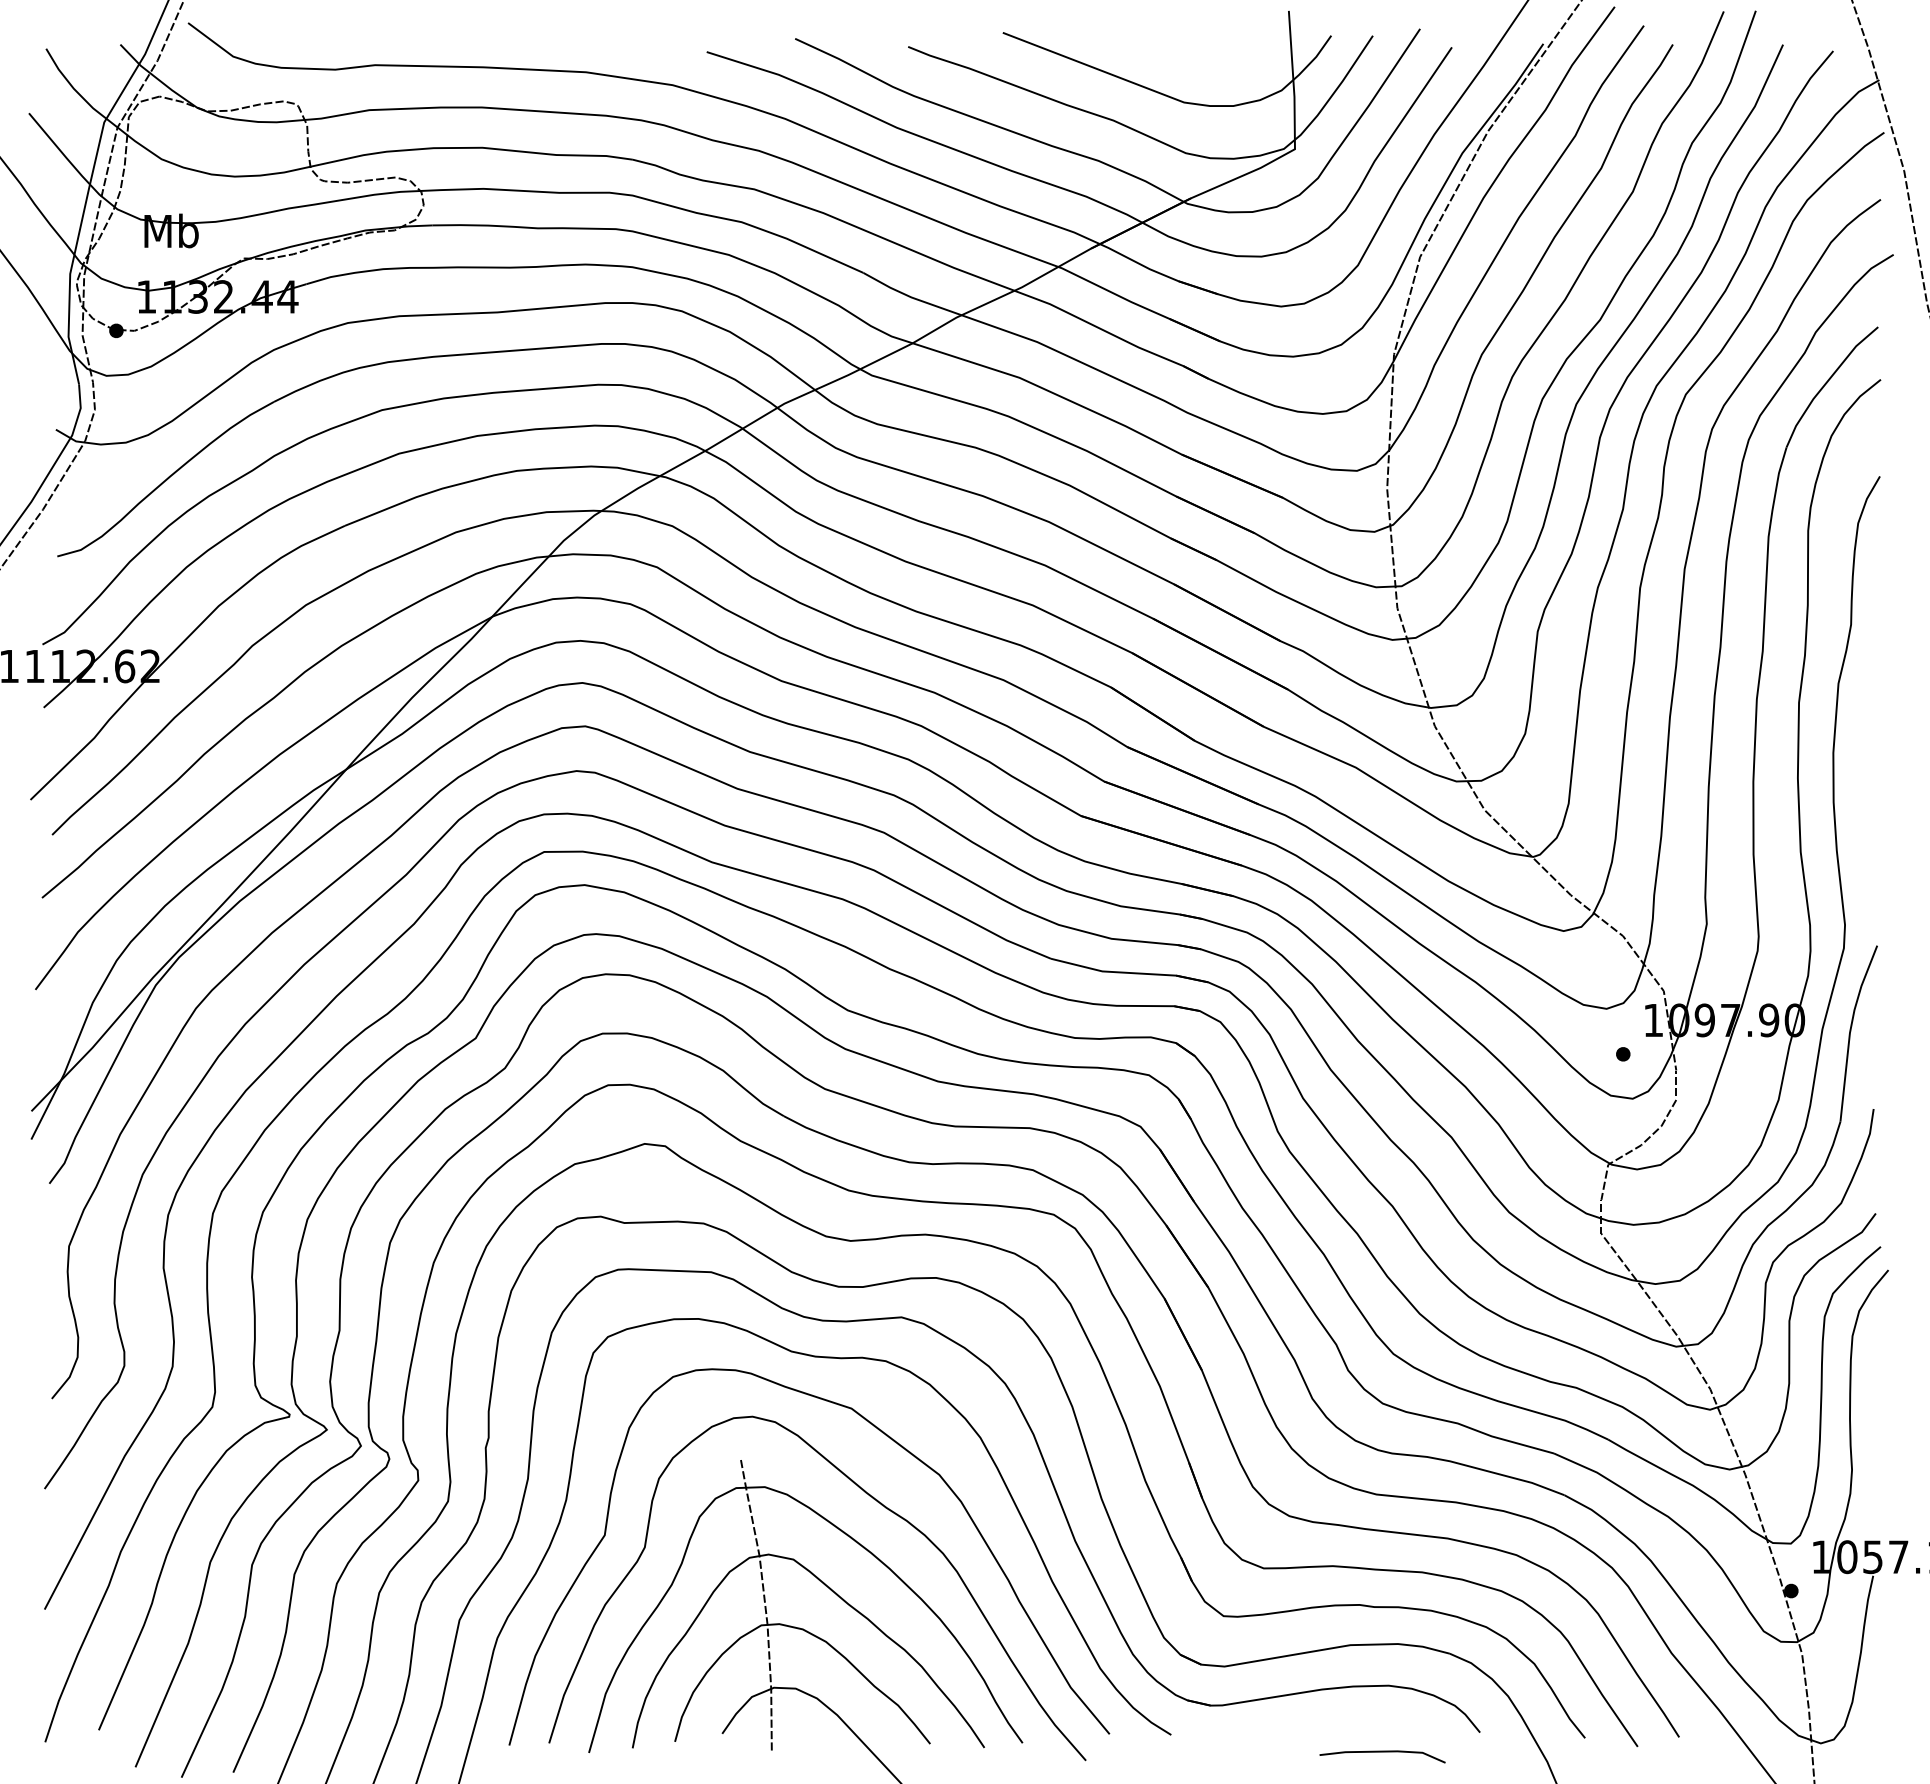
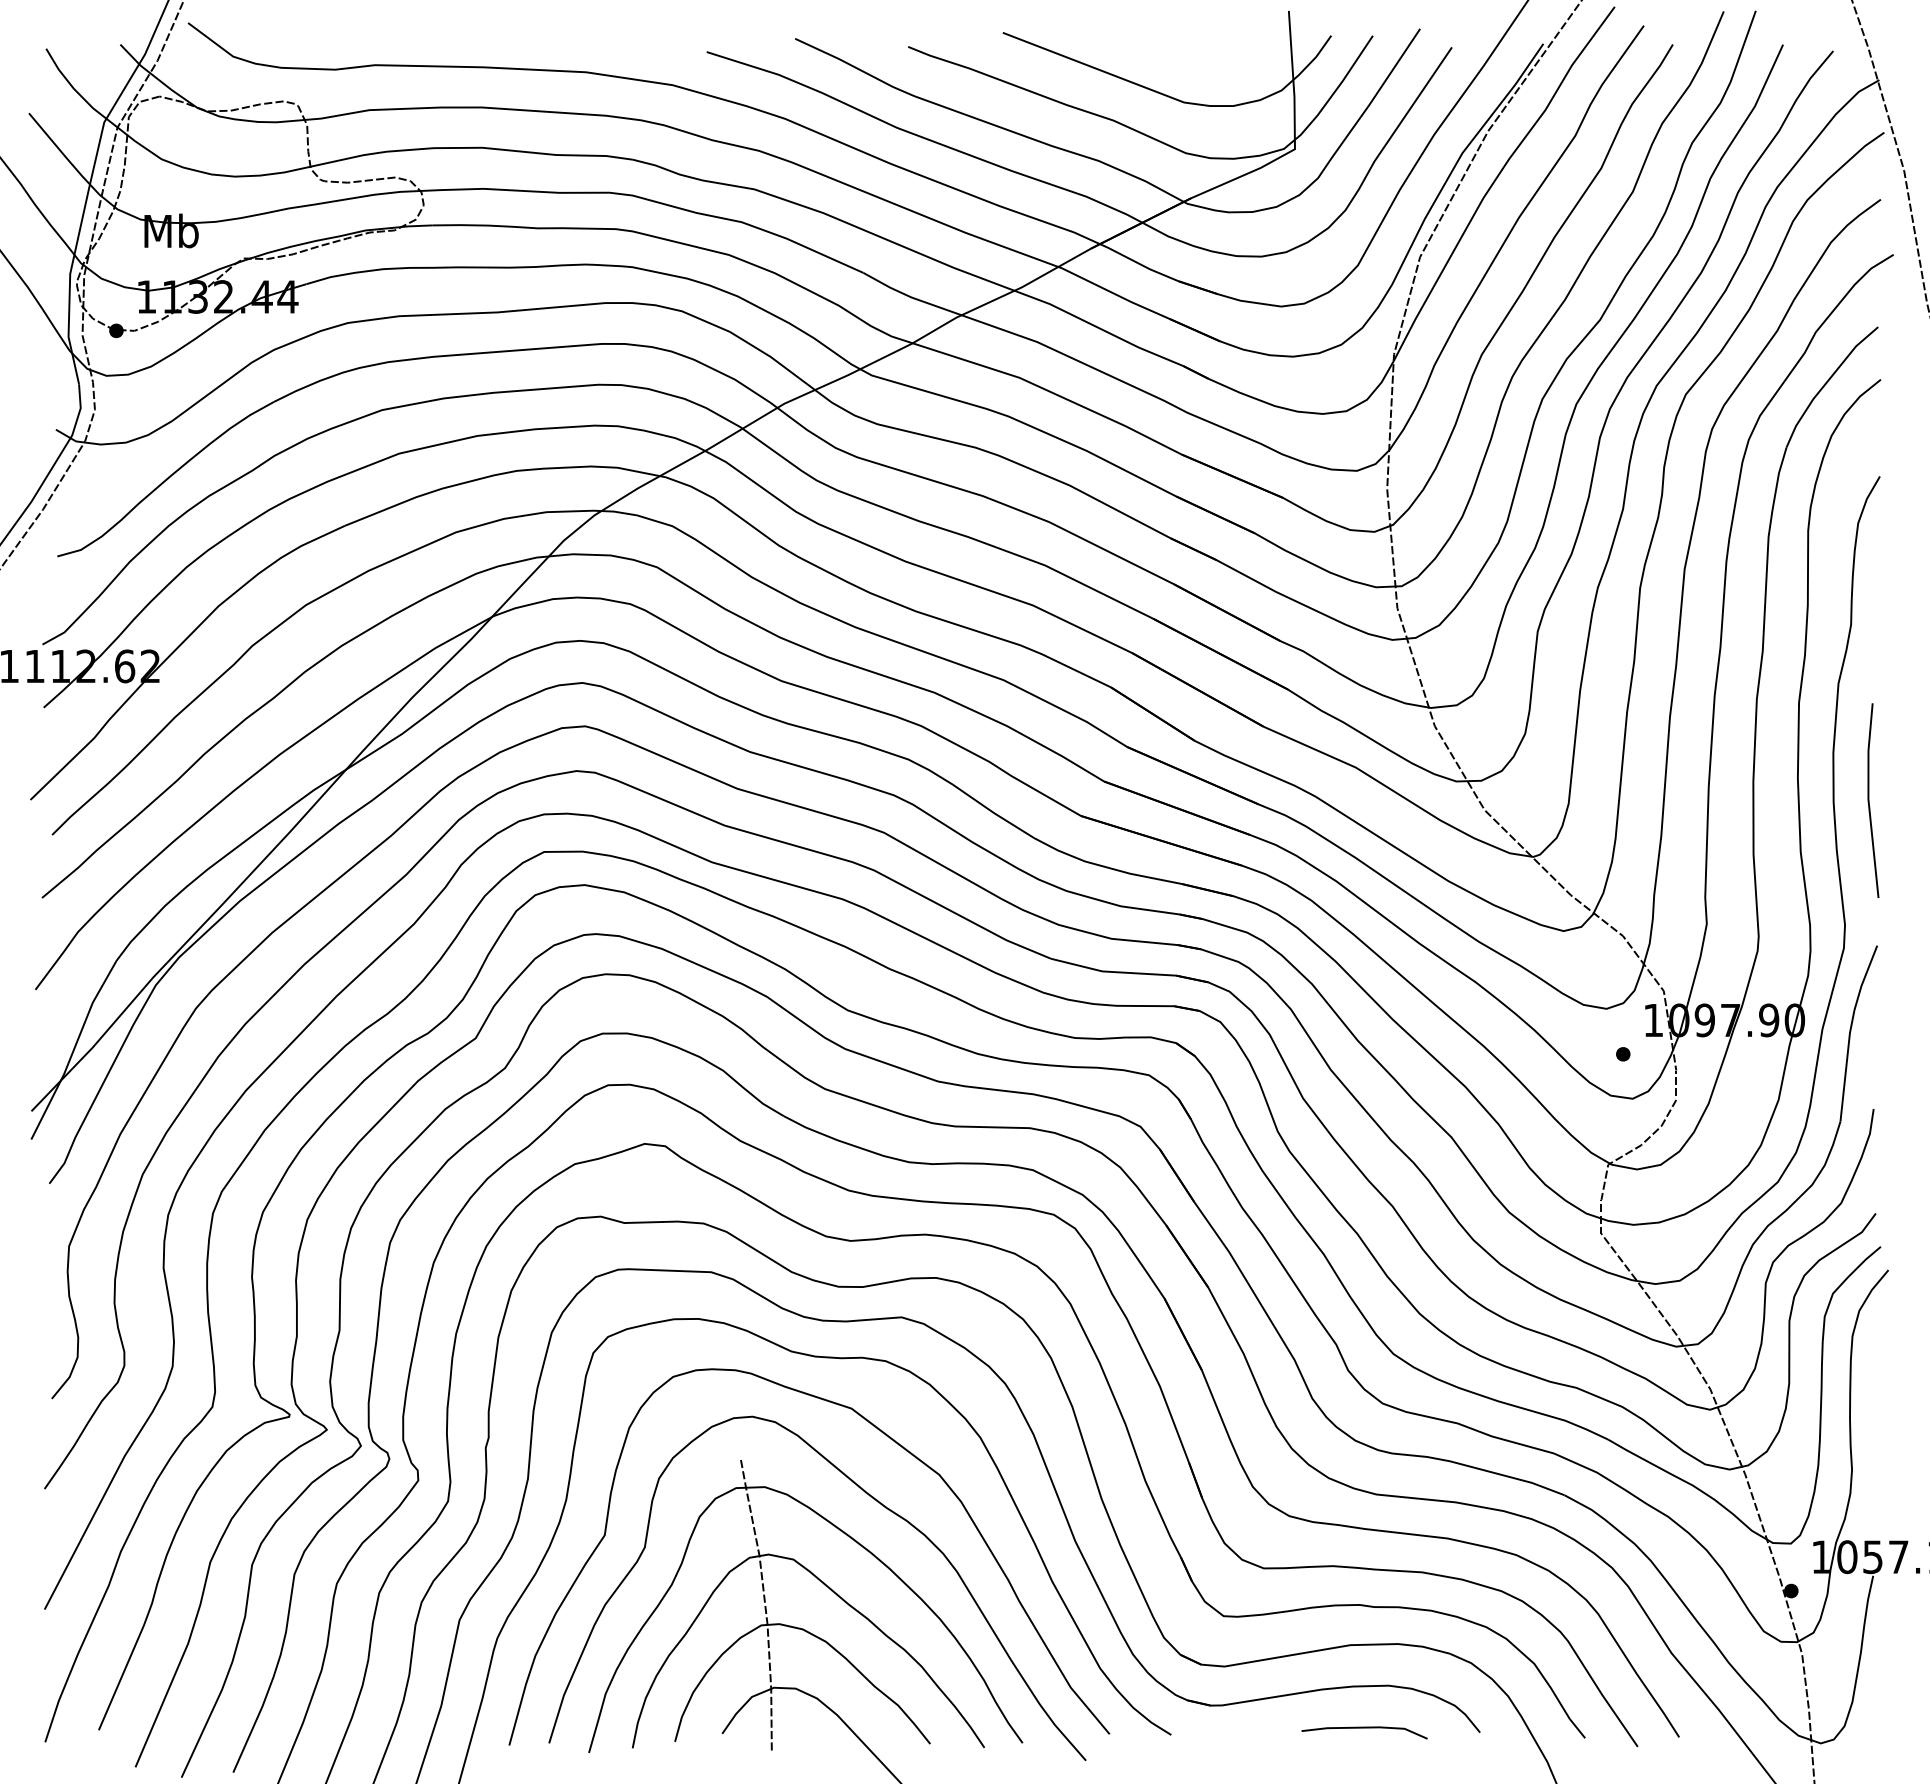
line at (1869, 800): none -> present
line at (1382, 1752) position: (1382, 1752) -> (1364, 1728)
